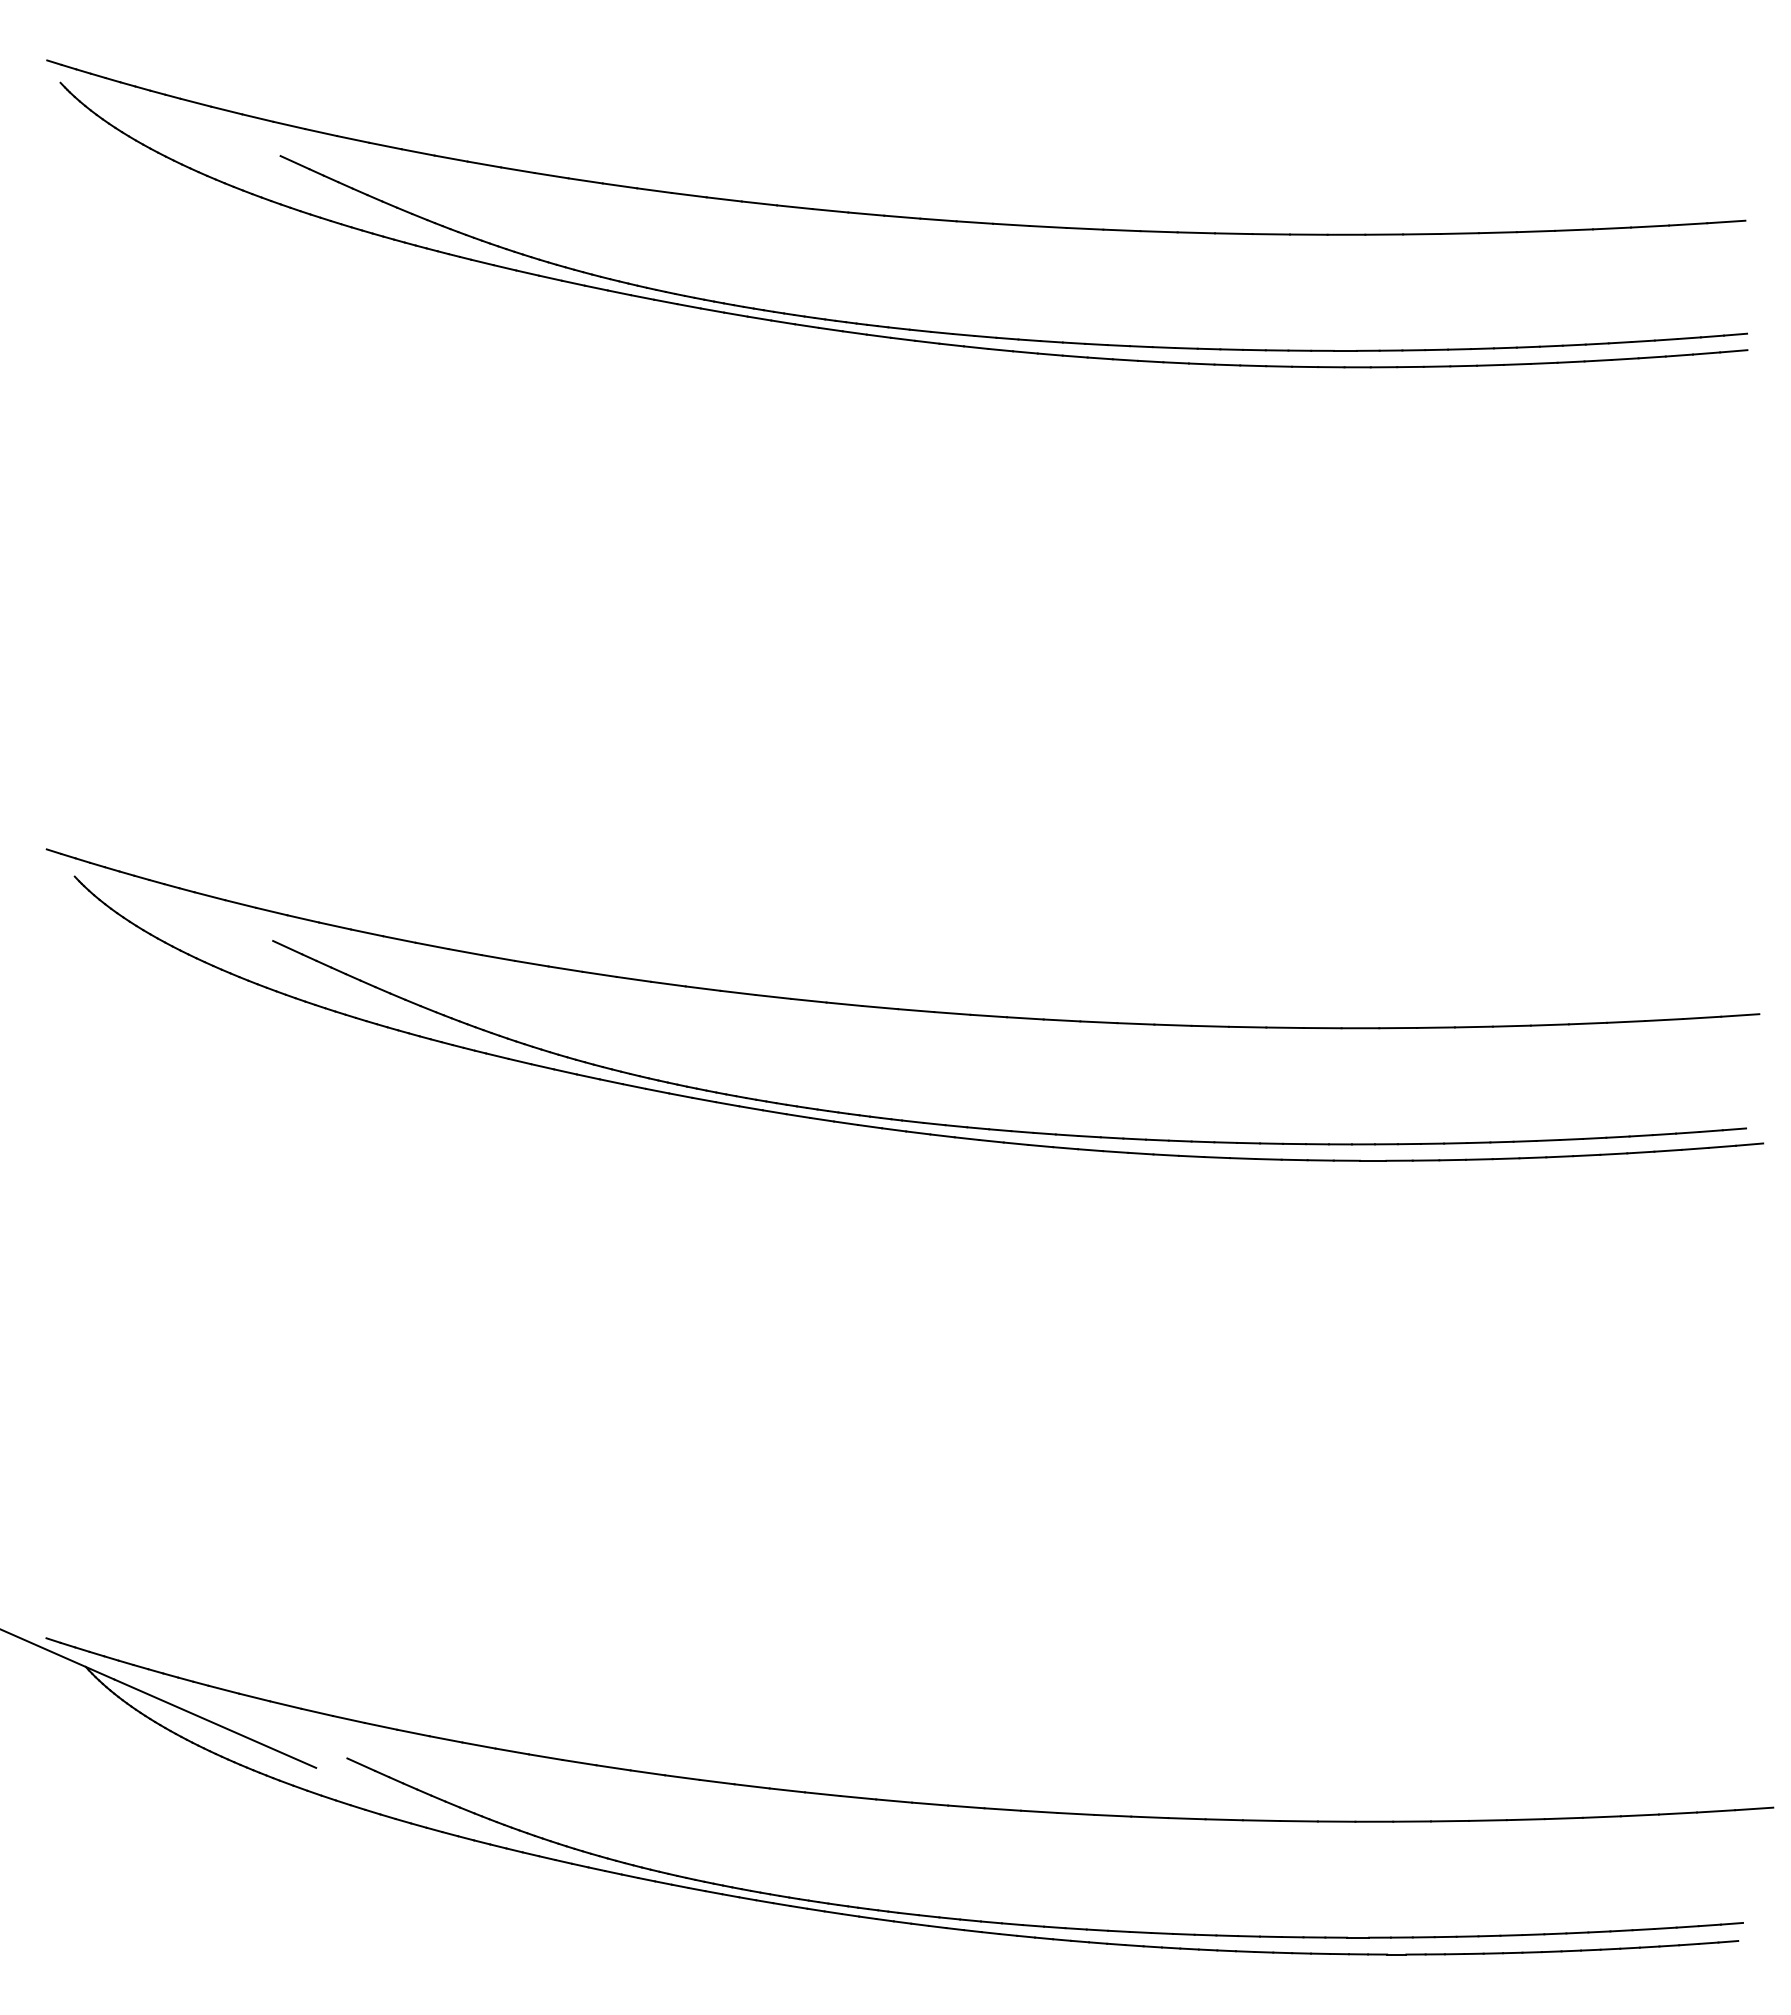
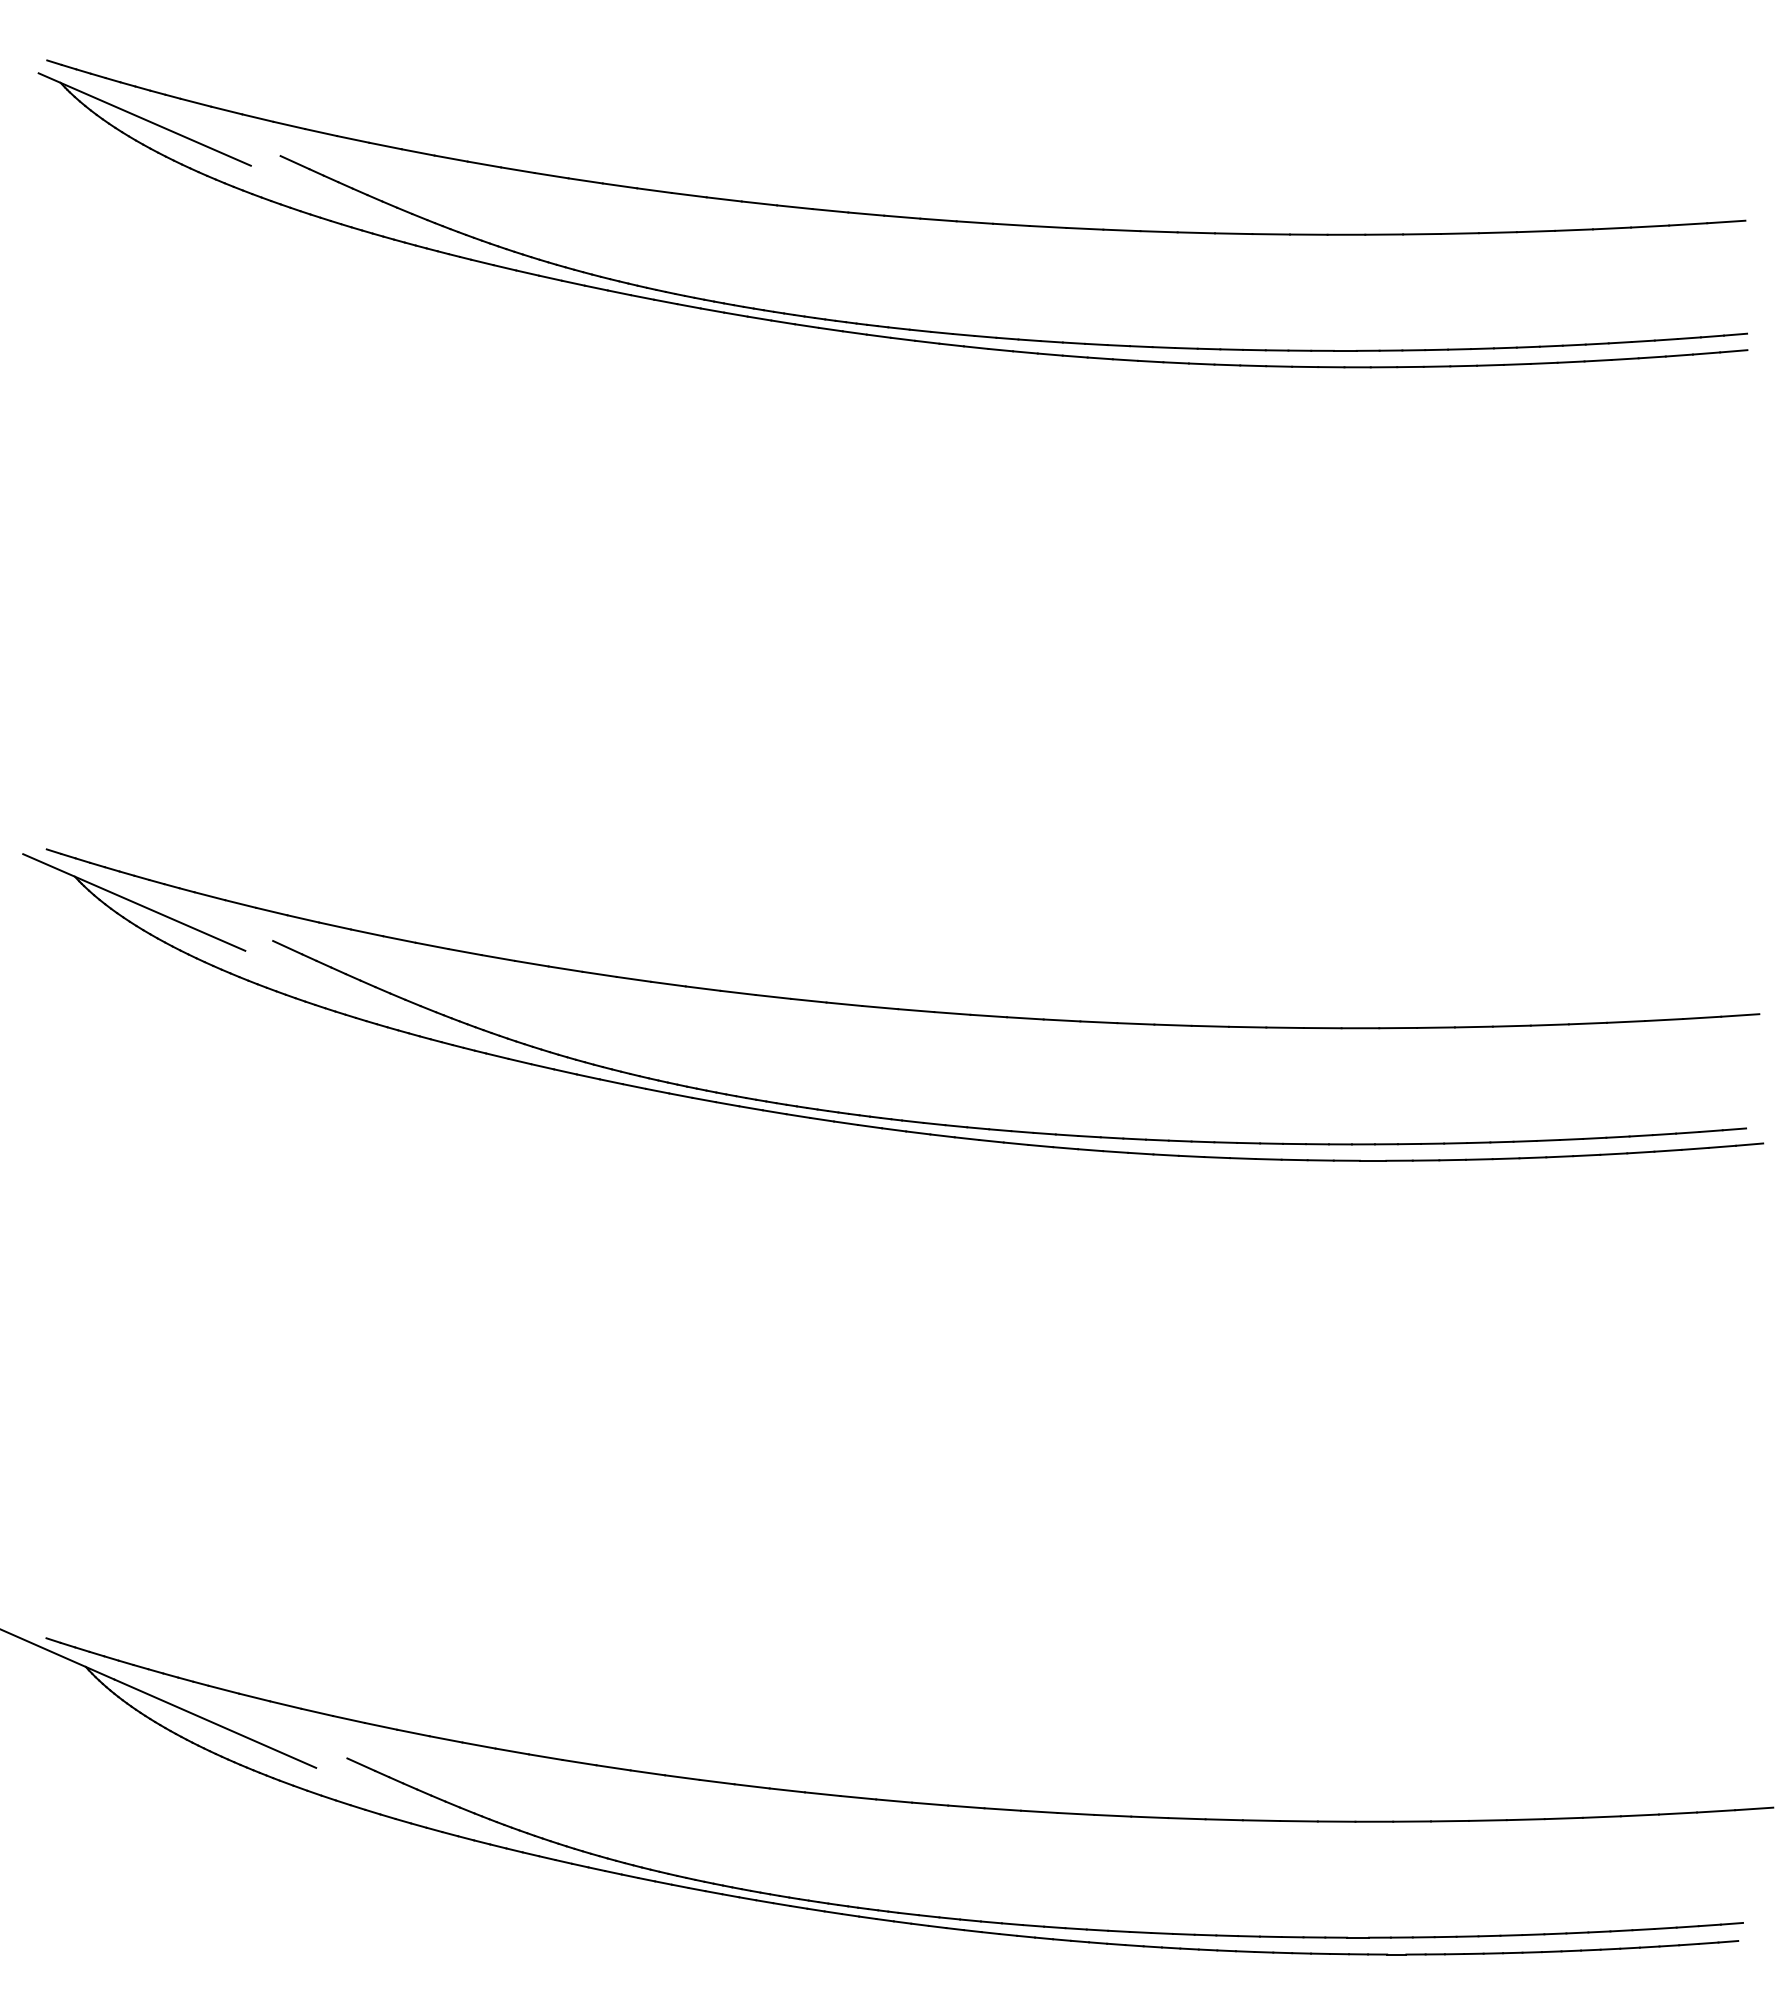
line at (144, 119): none -> present
line at (134, 902): none -> present
